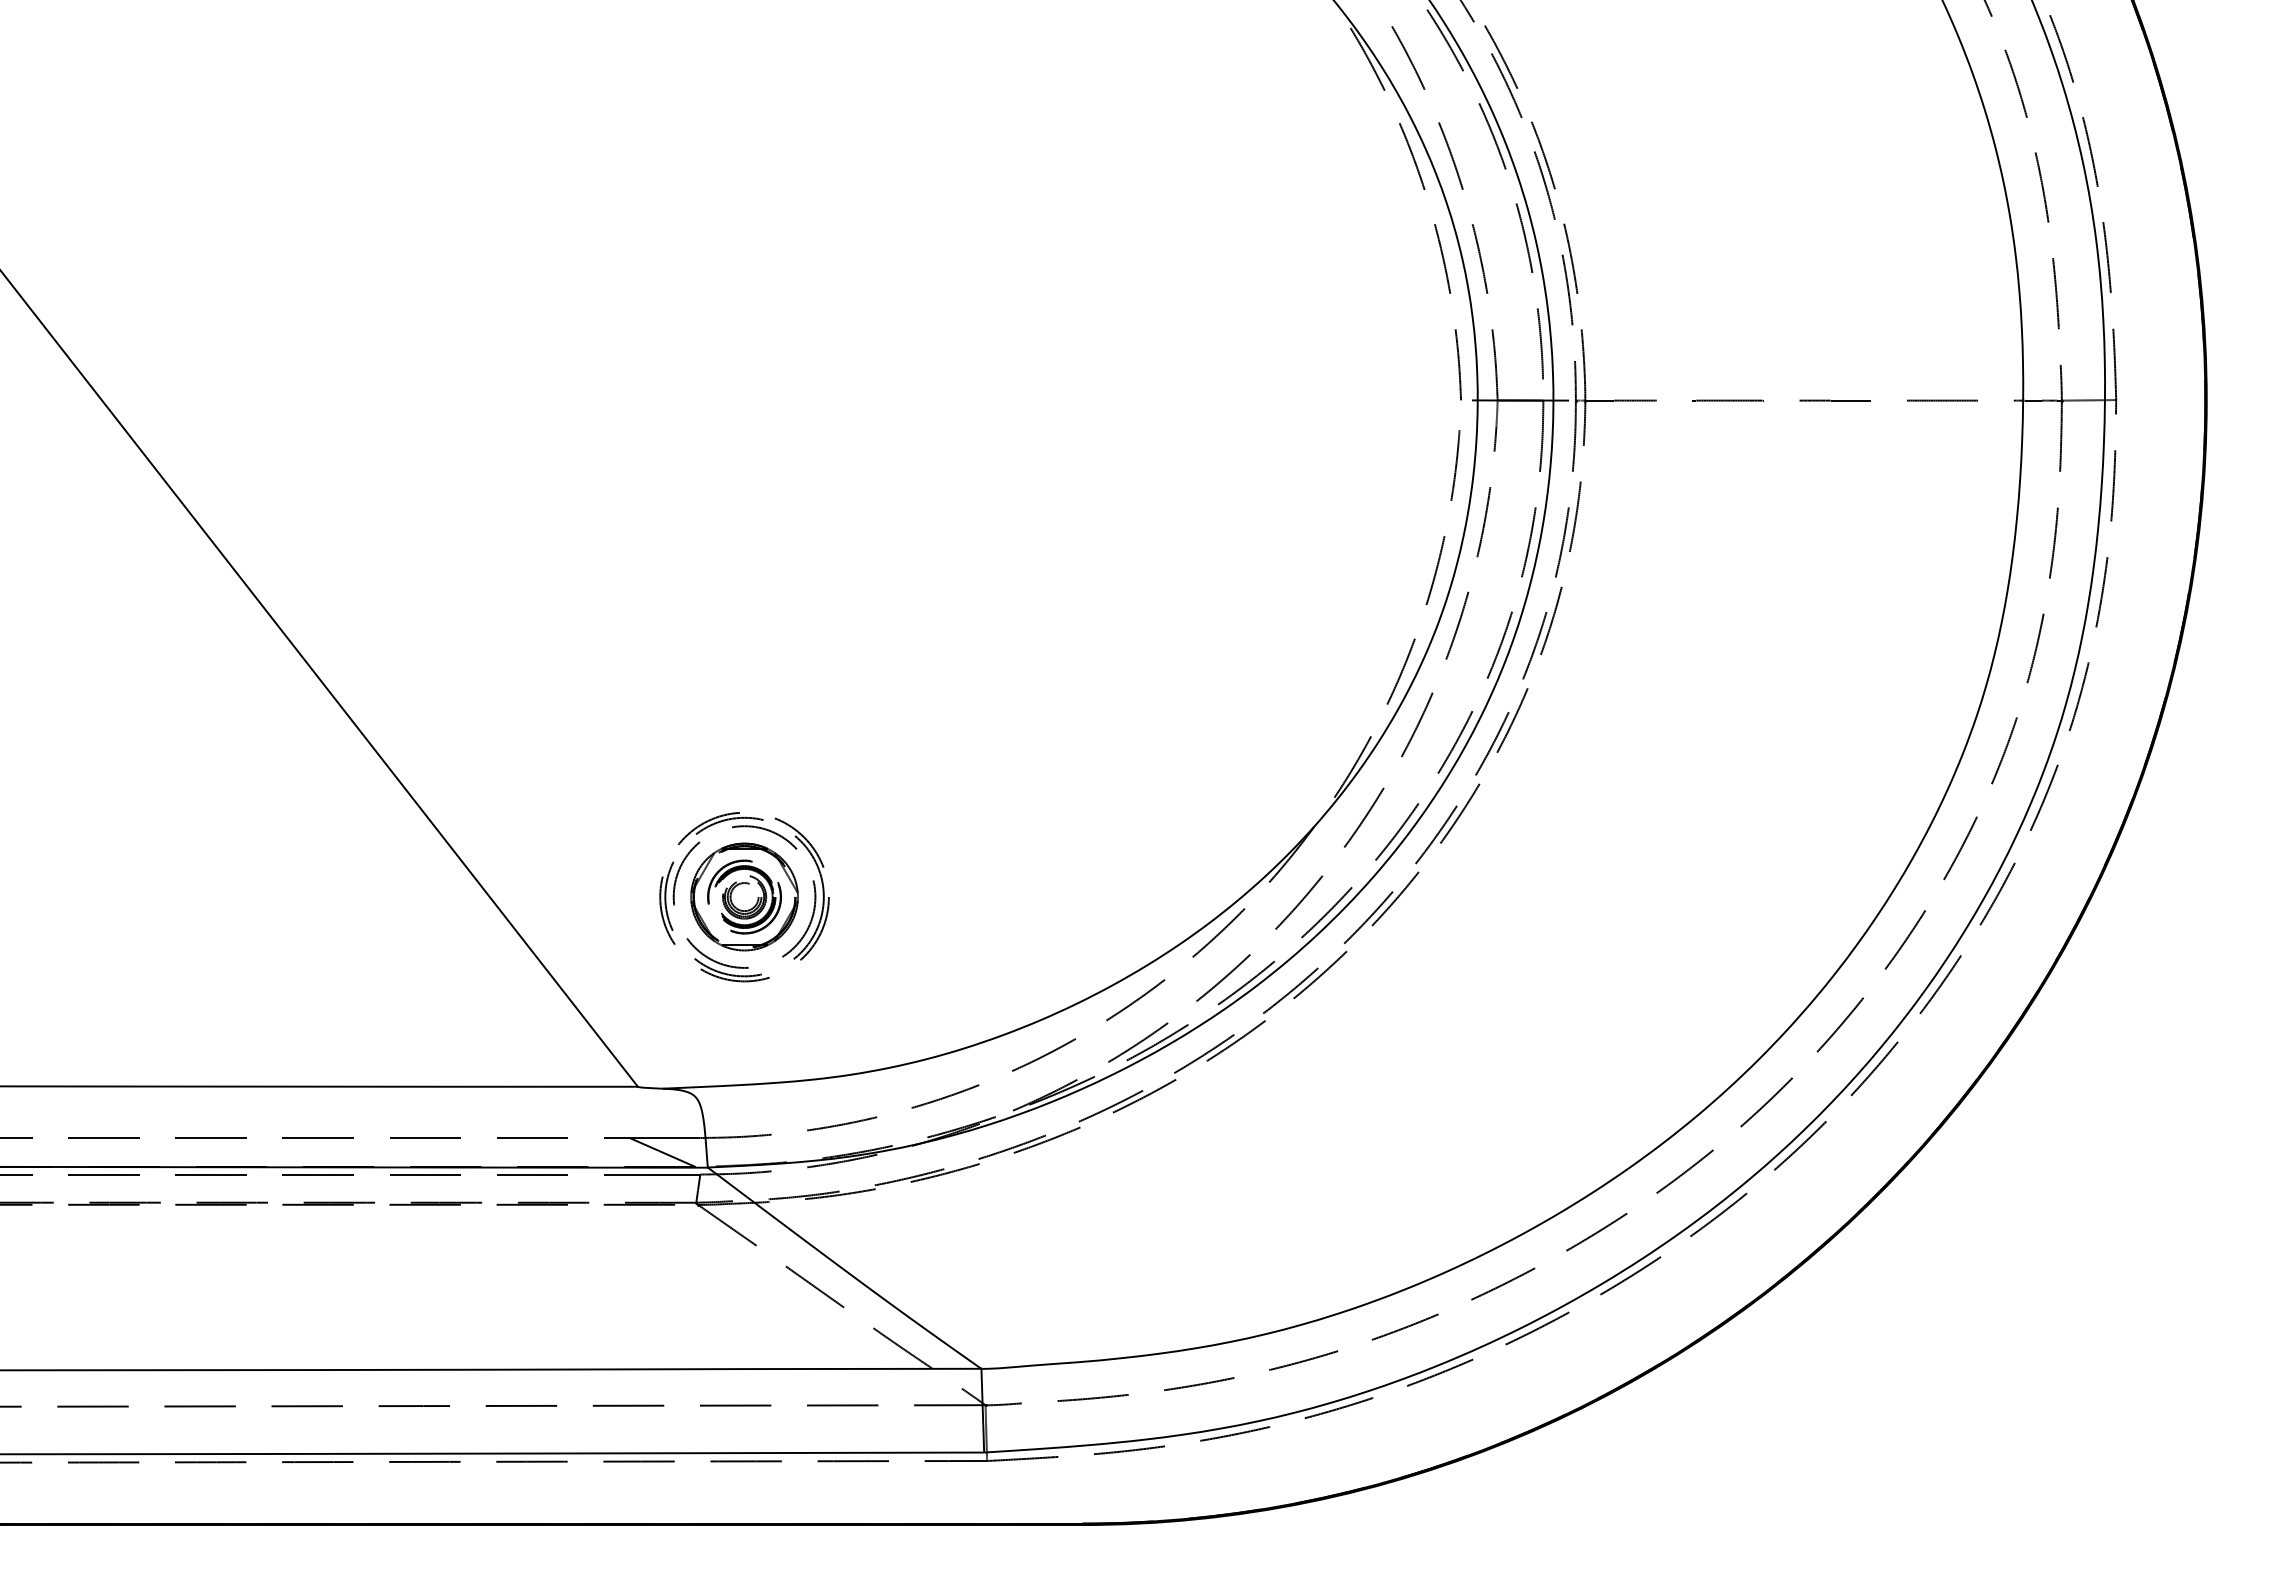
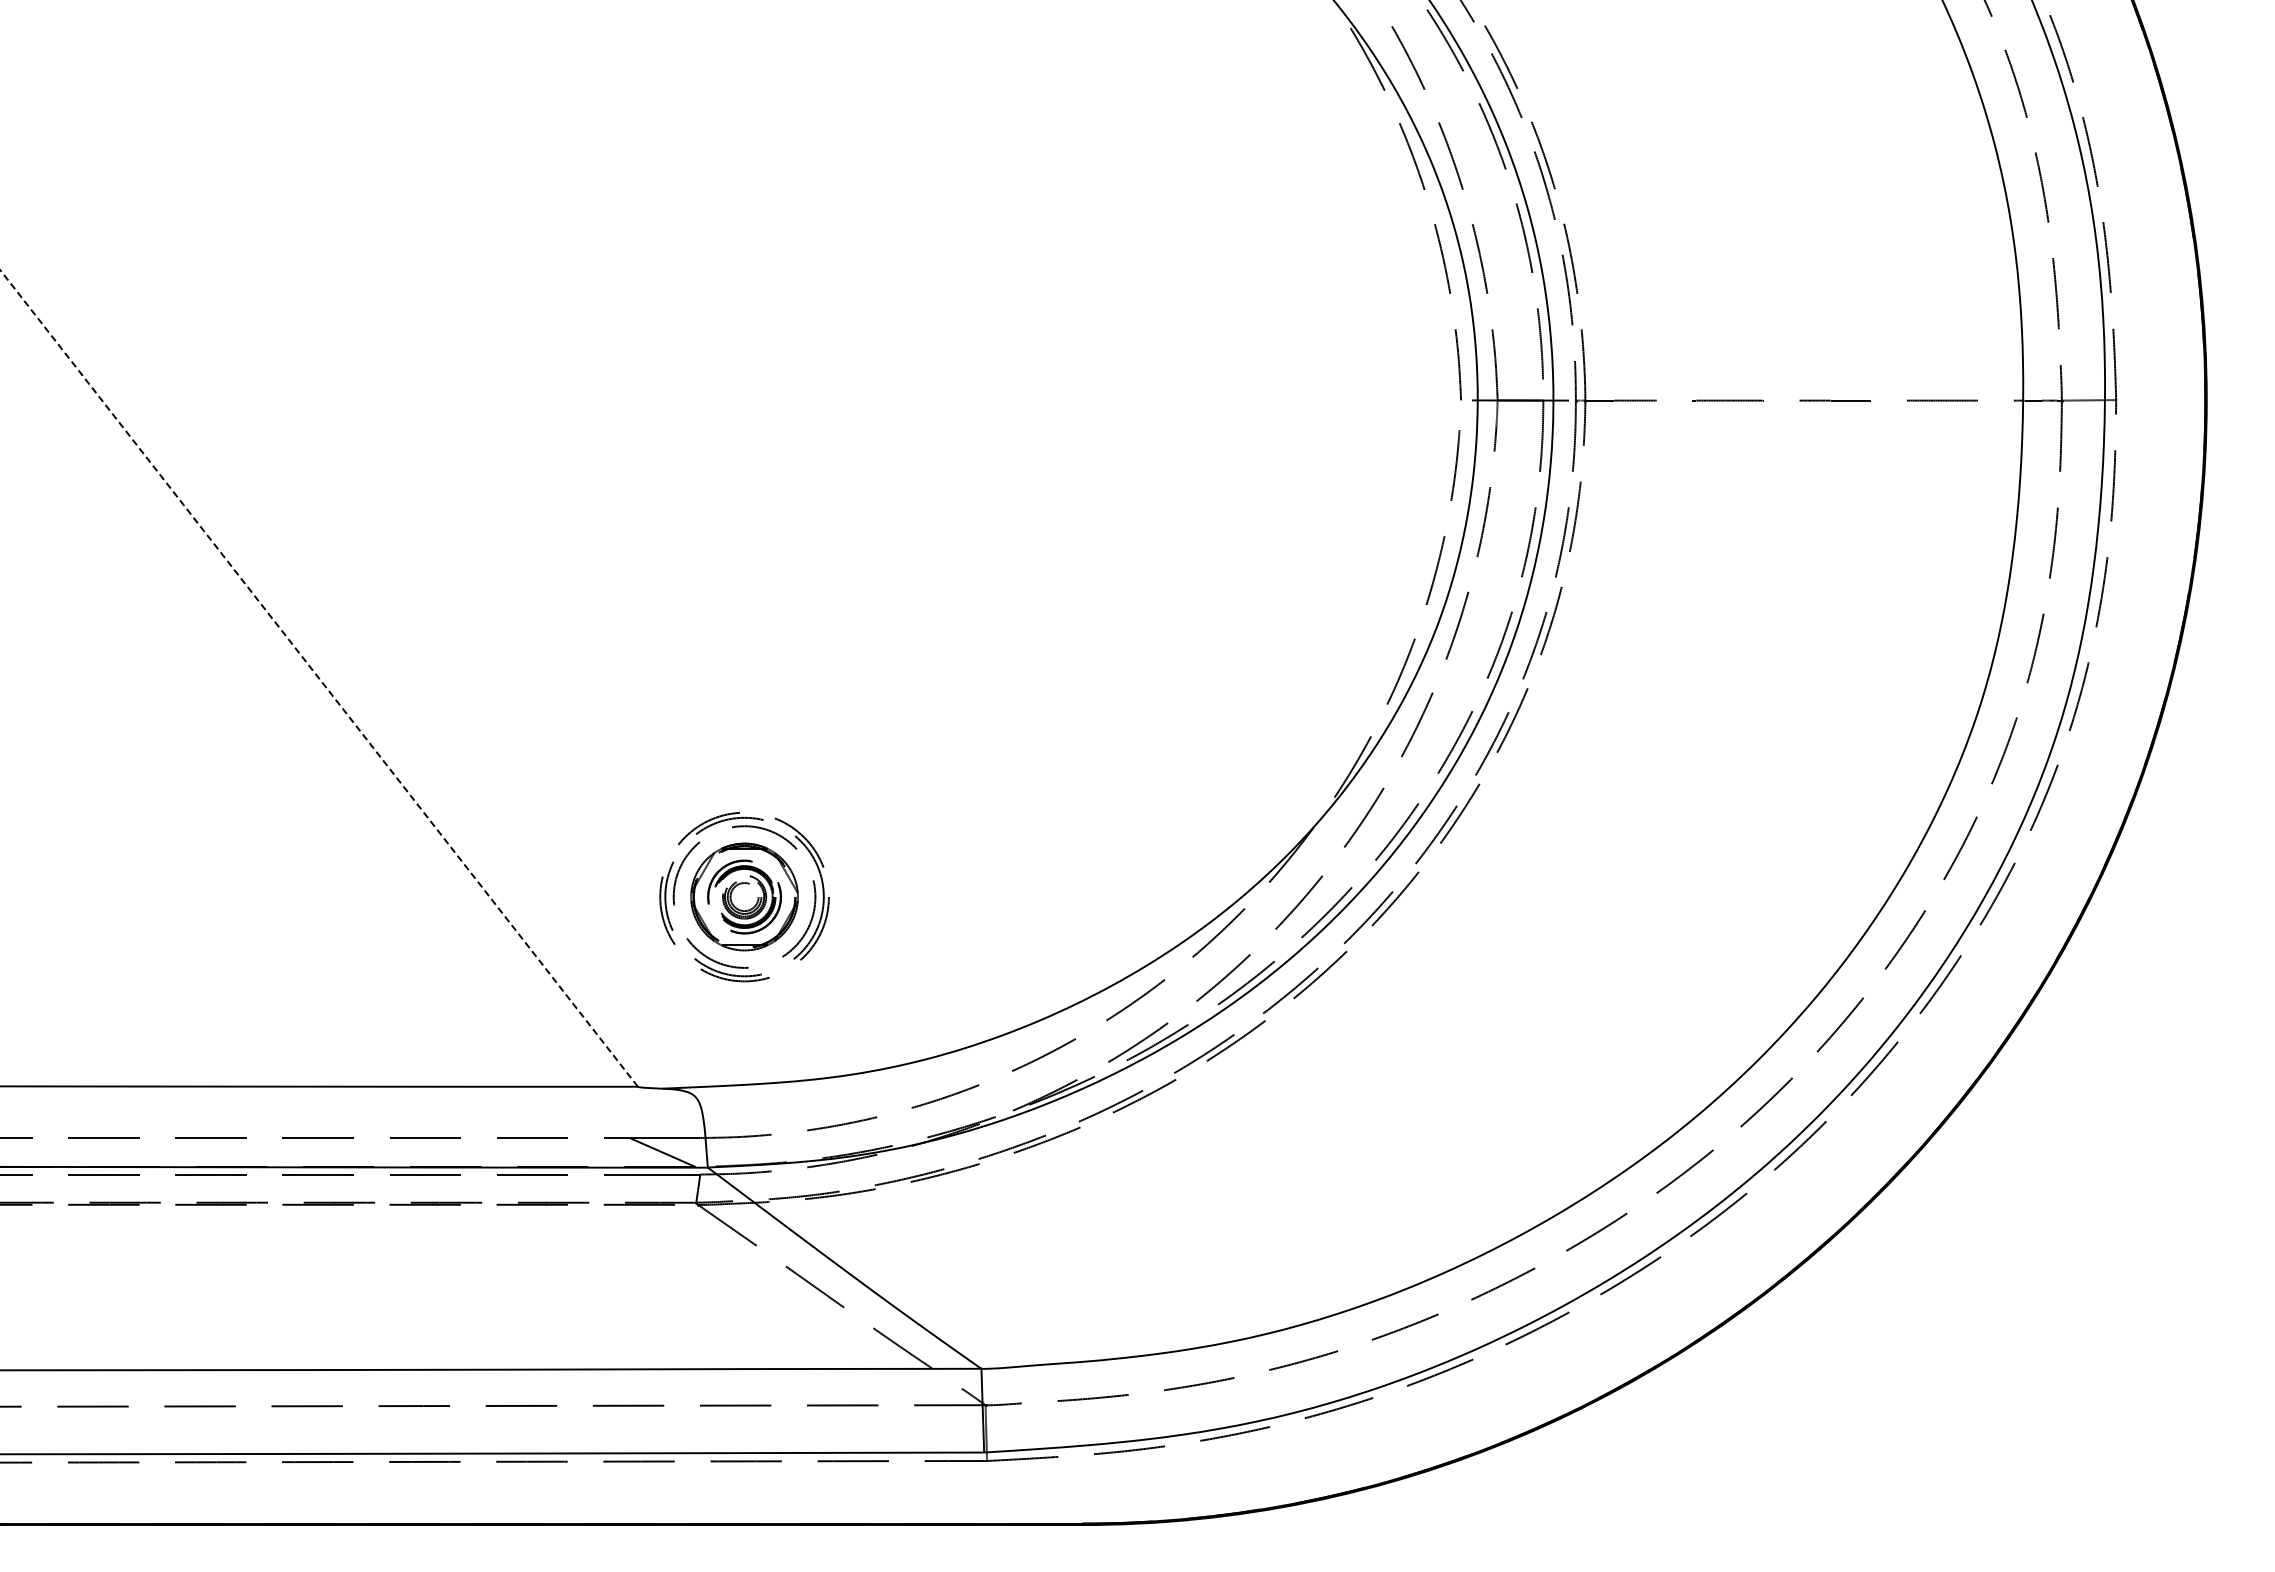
line at (319, 678): solid -> dashed
